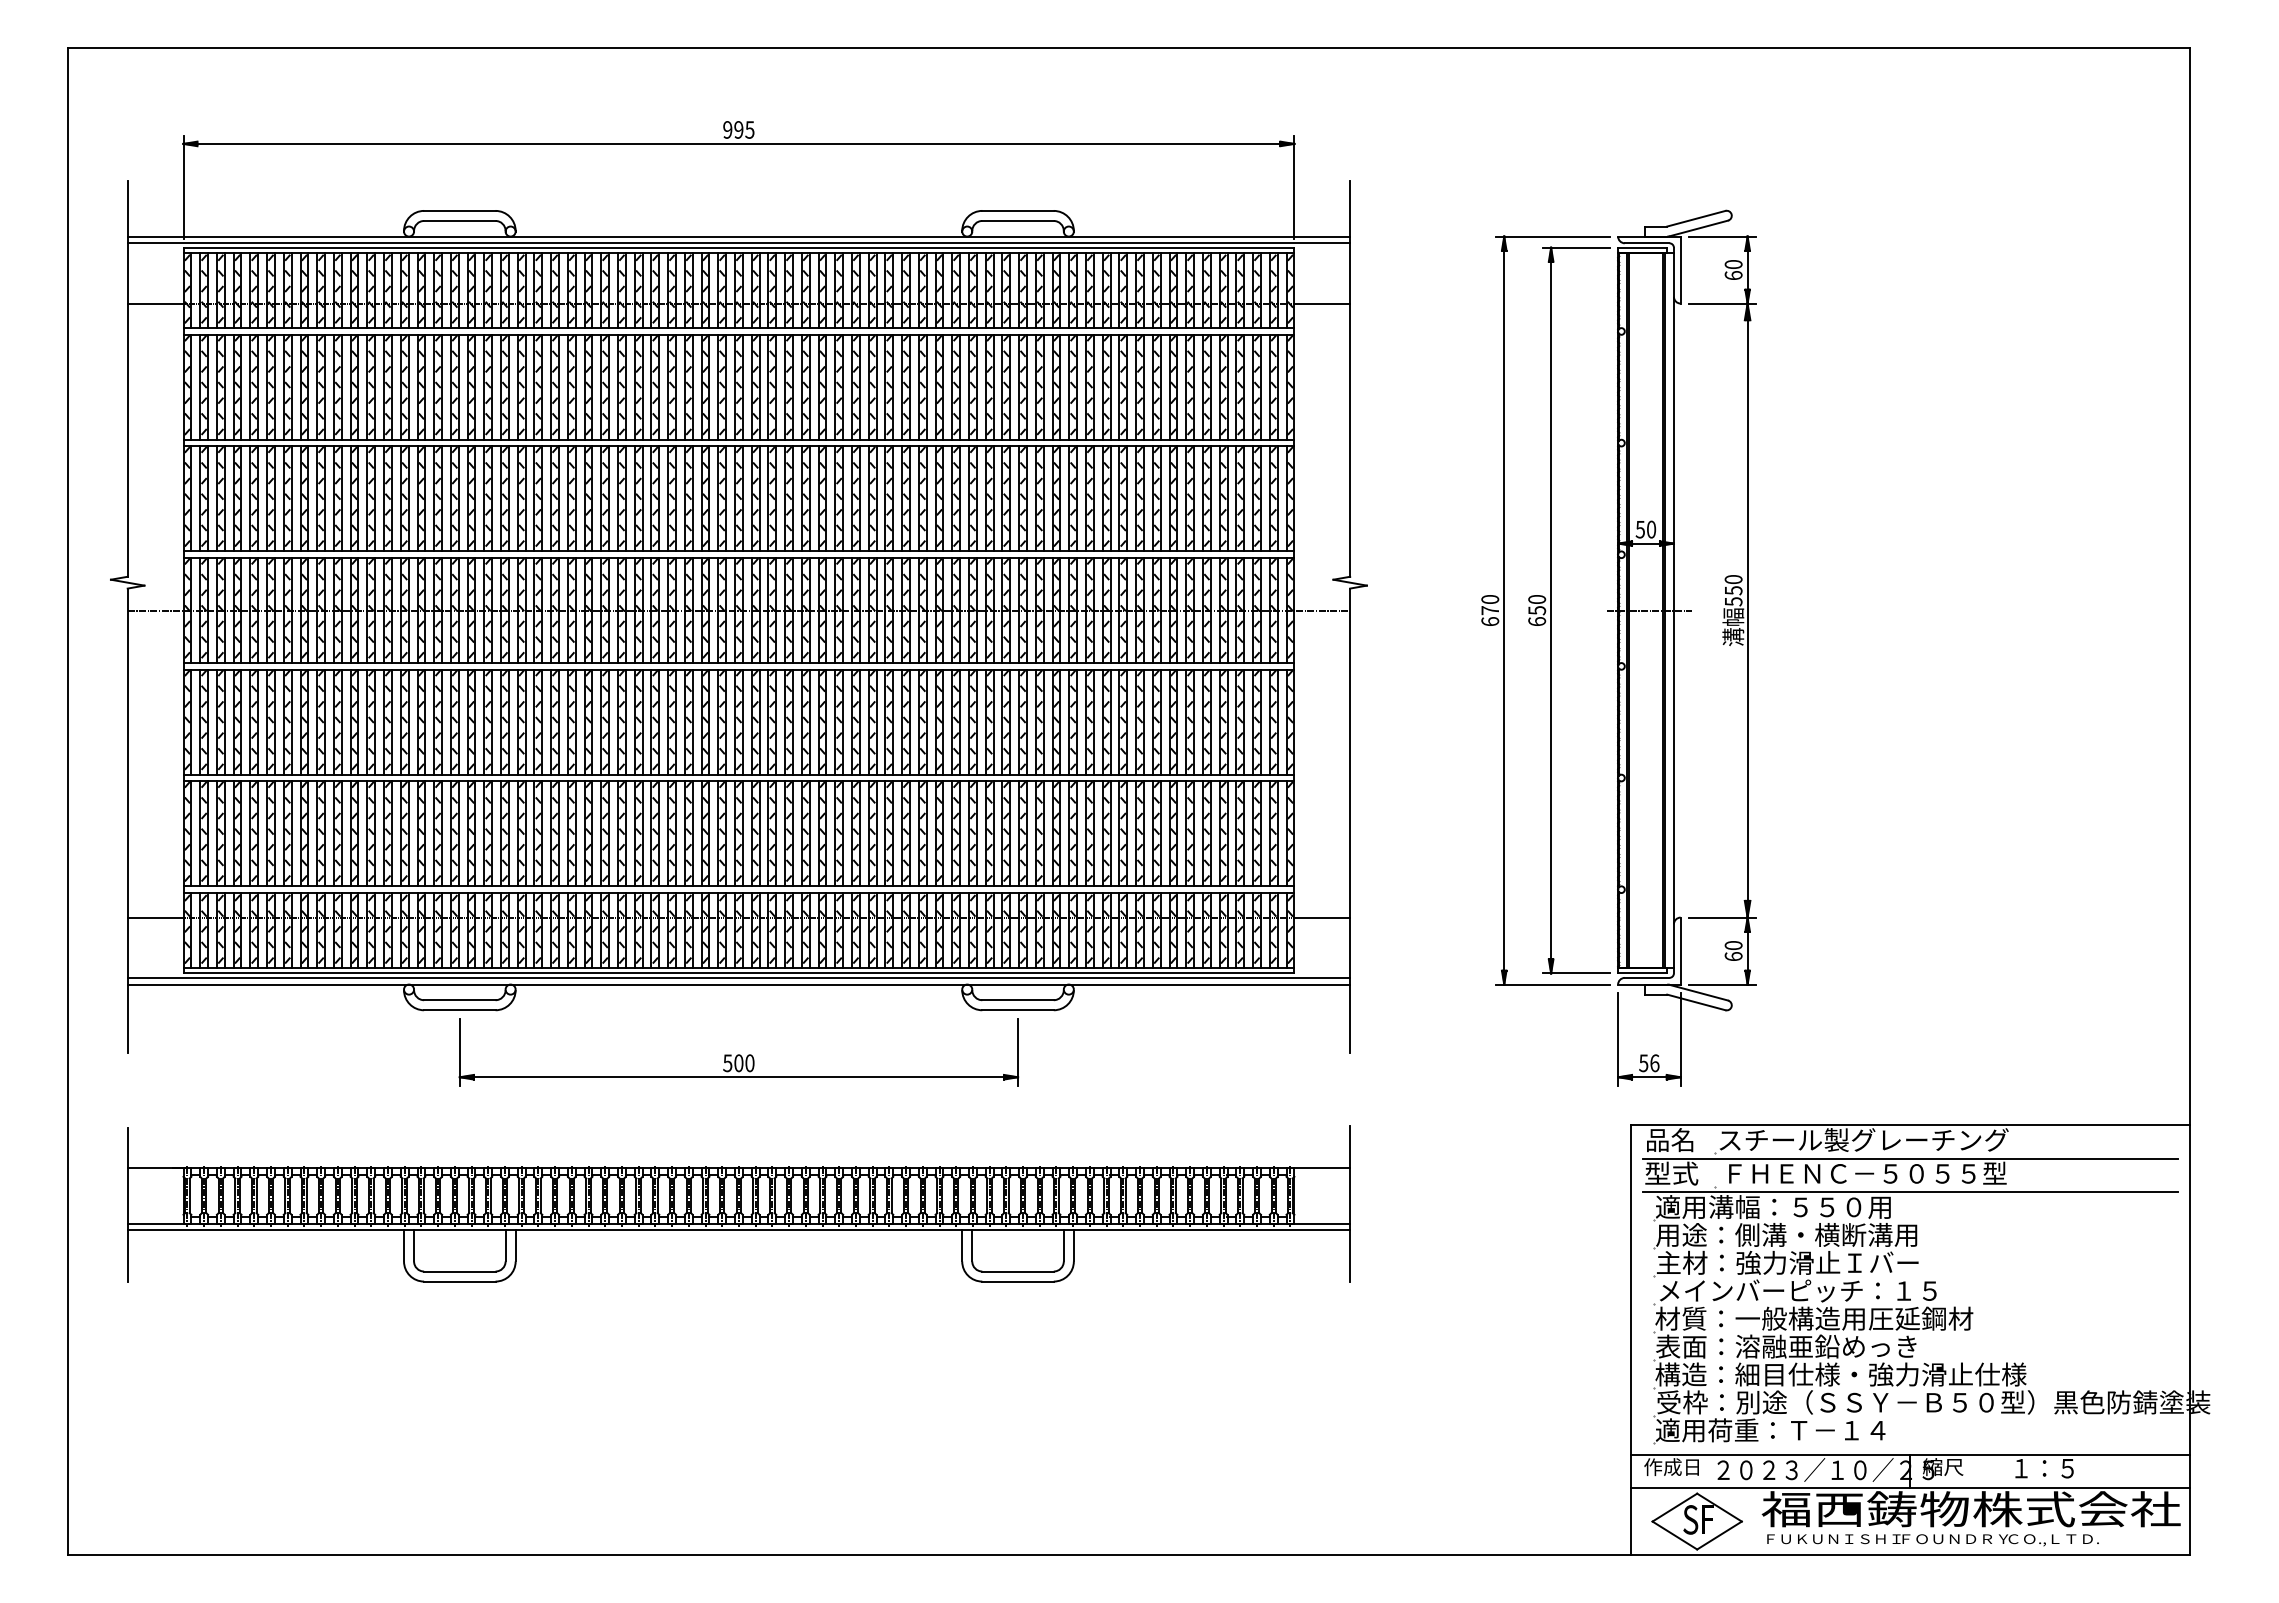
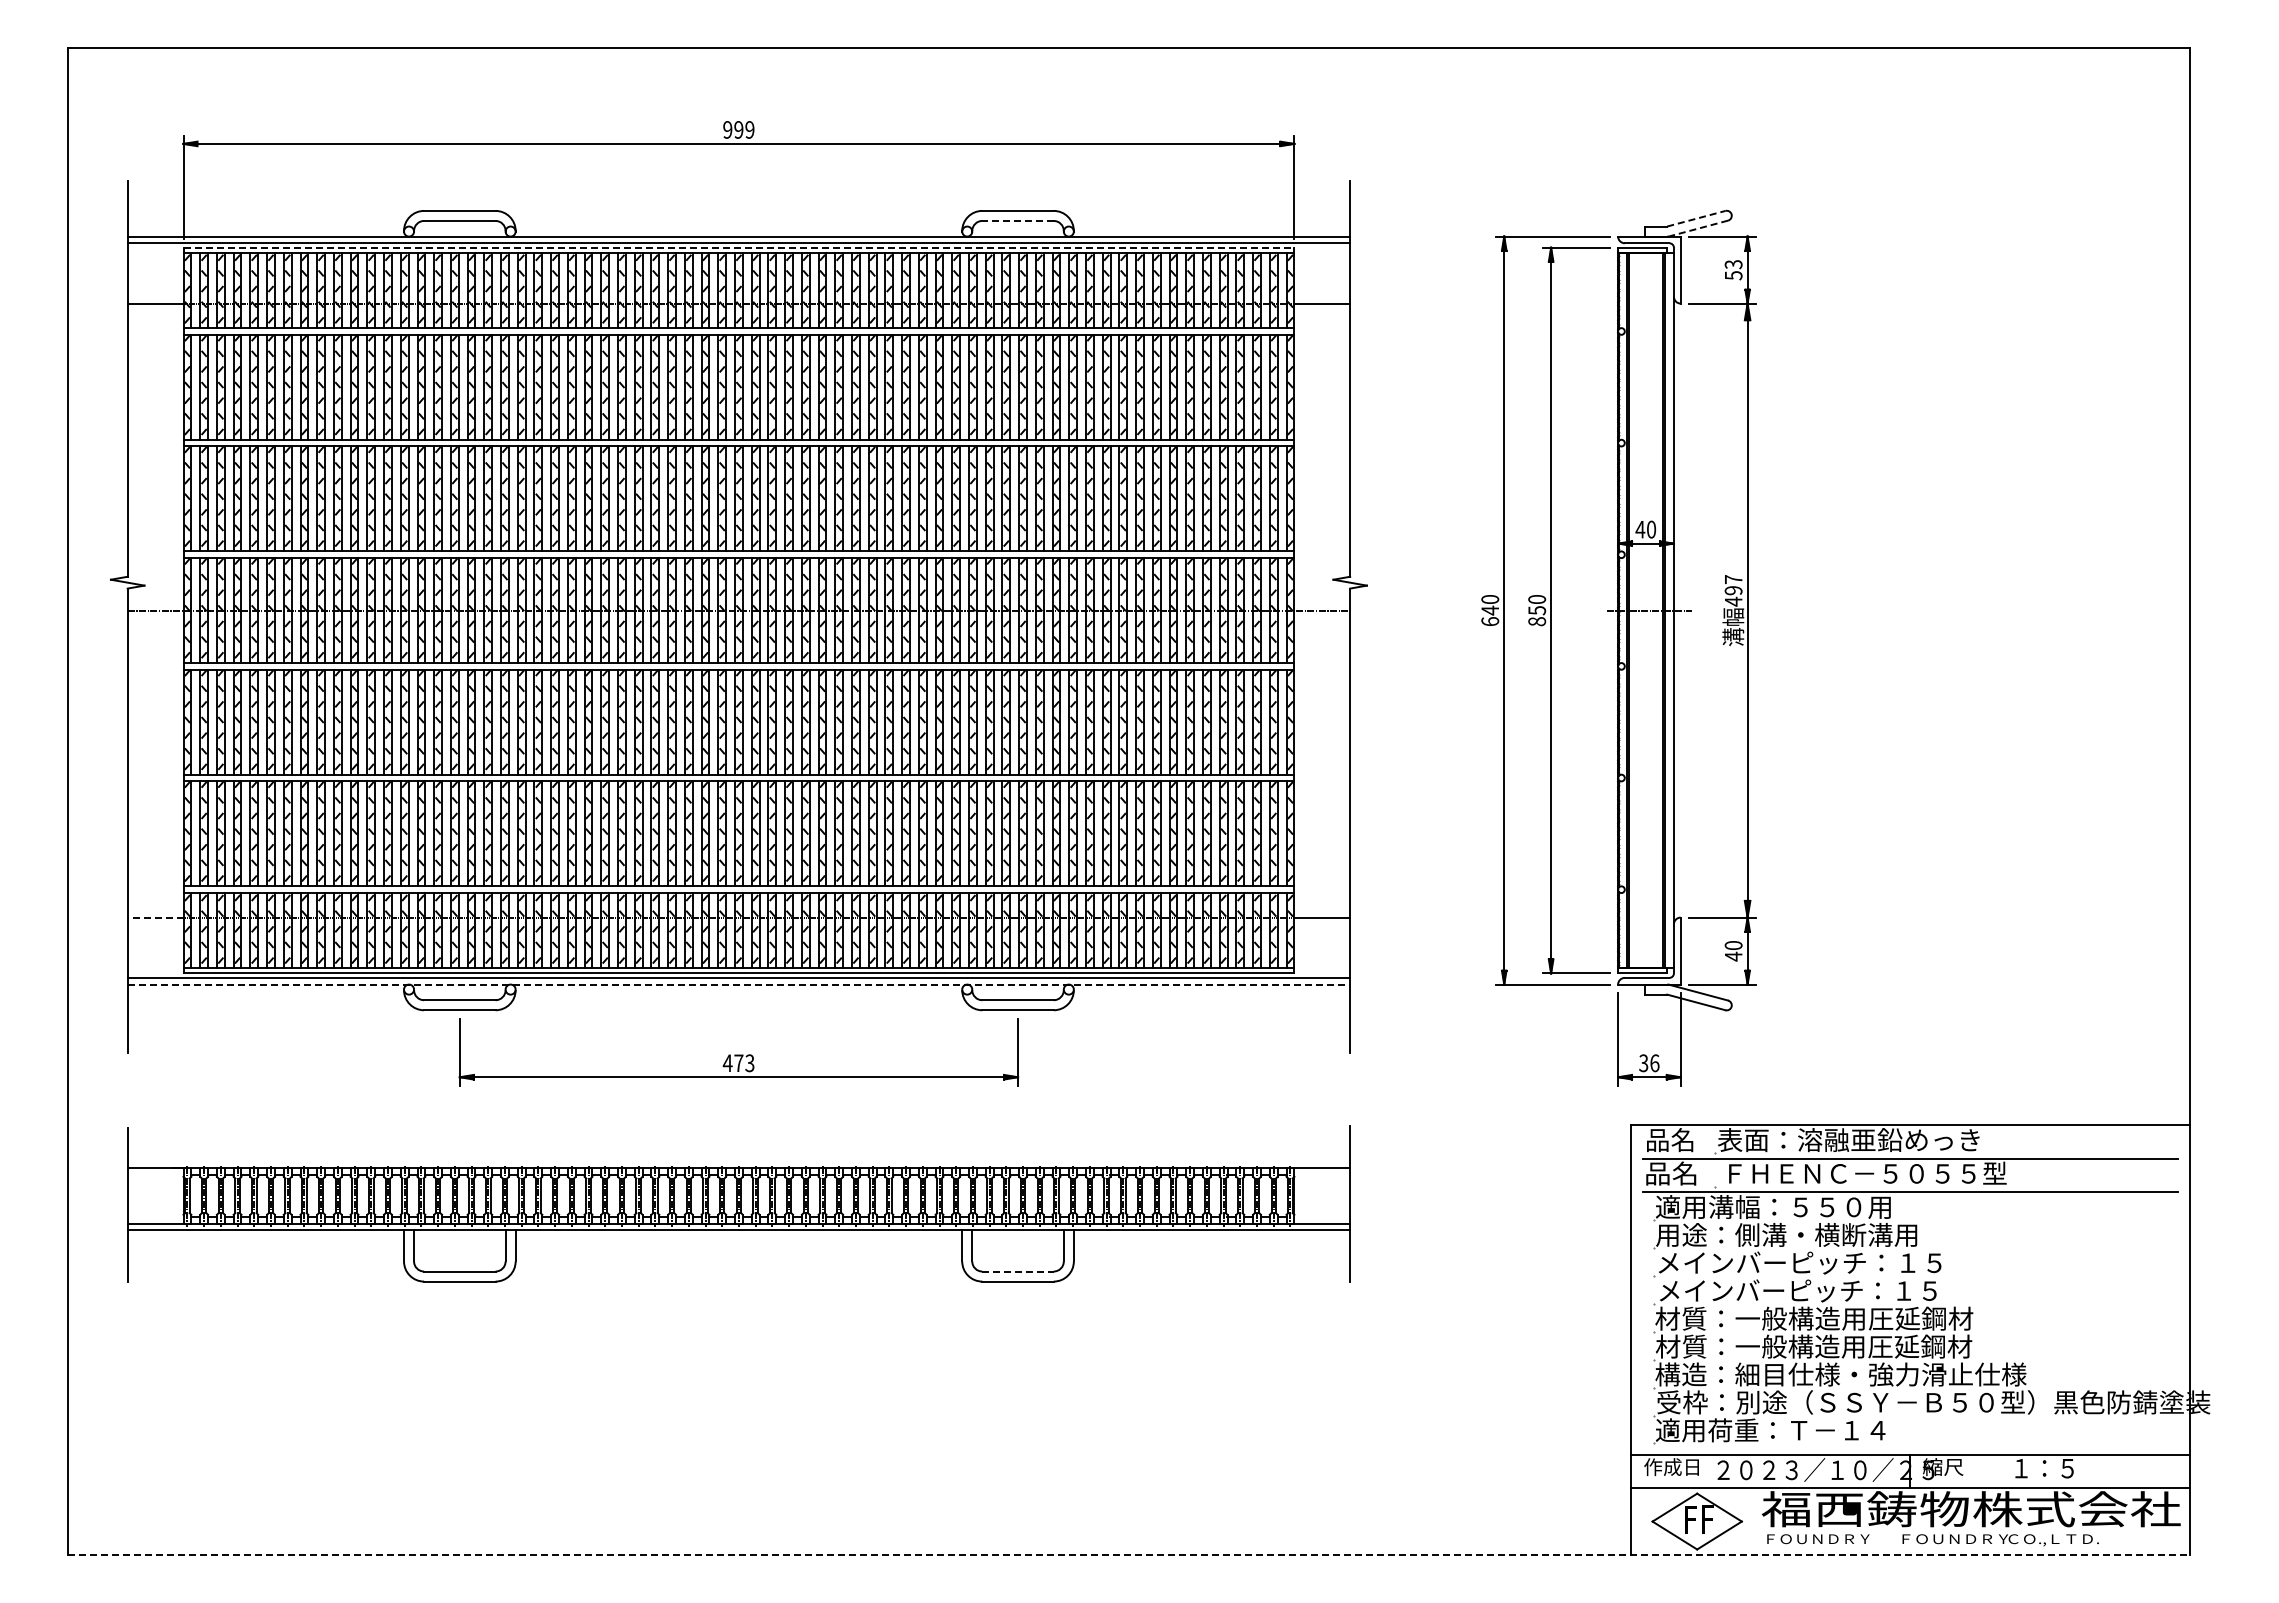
text at (749, 129): 995 -> 999
line at (1696, 218): solid -> dashed
line at (1018, 220): solid -> dashed
line at (1698, 228): solid -> dashed
line at (739, 247): solid -> dashed
text at (1733, 270): 60 -> 53
text at (1640, 529): 50 -> 40
text at (1733, 590): 550 -> 497
text at (1489, 610): 670 -> 640
text at (1536, 621): 650 -> 850
line at (155, 917): solid -> dashed
text at (1733, 956): 60 -> 40
line at (739, 984): solid -> dashed
text at (1643, 1062): 56 -> 36
text at (738, 1063): 500 -> 473
text at (1863, 1140): スチール製グレーチング -> 表面：溶融亜鉛めっき
text at (1671, 1173): 型式 -> 品名
text at (1799, 1262): 主材：強力滑止Ｉバー -> メインバーピッチ：１５
line at (1018, 1271): solid -> dashed
text at (1814, 1346): 表面：溶融亜鉛めっき -> 材質：一般構造用圧延鋼材
text at (1690, 1519): S -> F
text at (1840, 1539): ＦＵＫＵＮＩＳＨＩ -> ＦＯＵＮＤＲＹ
line at (1128, 1555): solid -> dashed
